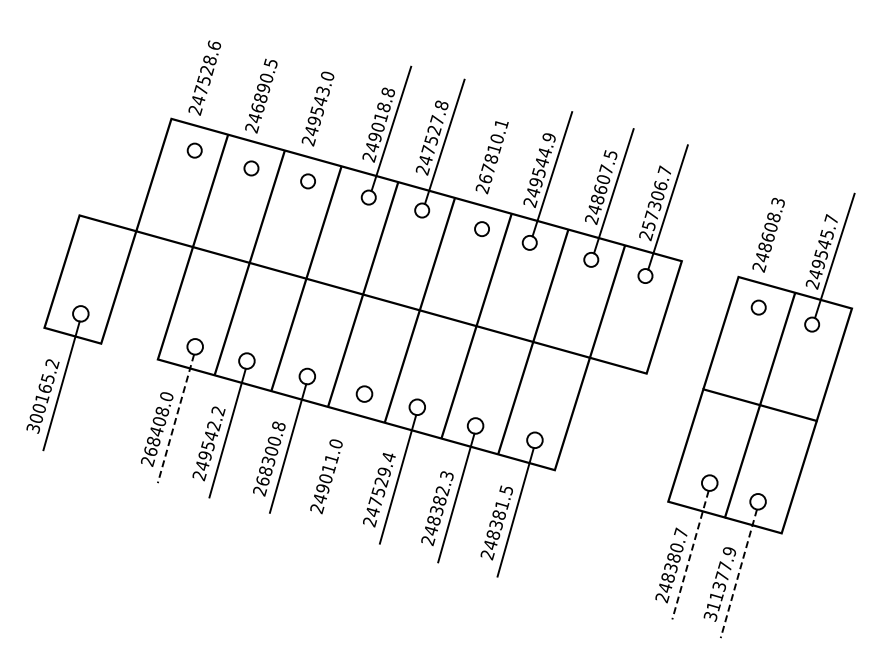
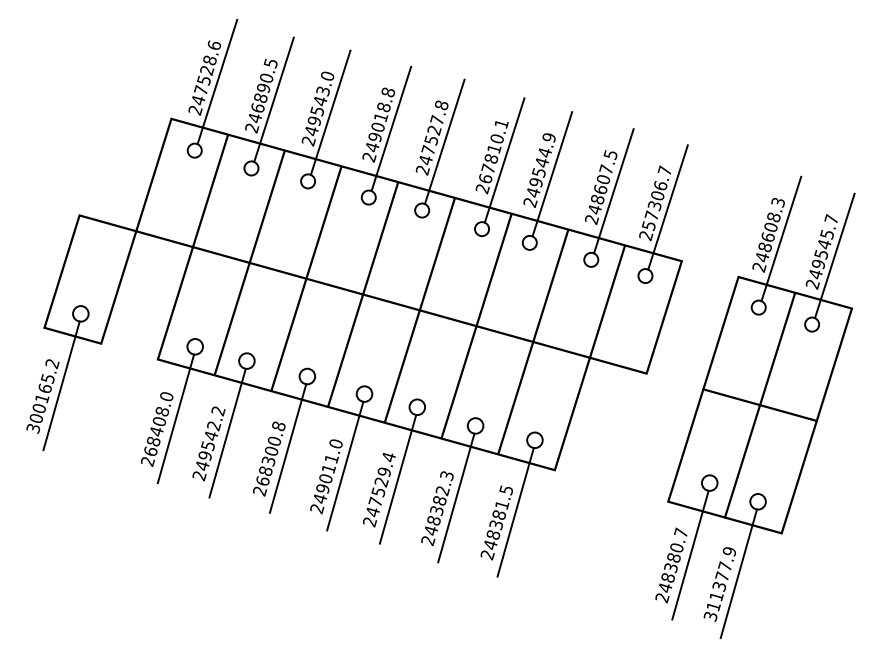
line at (217, 81): none -> present
line at (273, 99): none -> present
line at (330, 112): none -> present
line at (504, 160): none -> present
line at (781, 238): none -> present
line at (175, 418): dashed -> solid
line at (345, 465): none -> present
line at (690, 555): dashed -> solid
line at (738, 573): dashed -> solid
